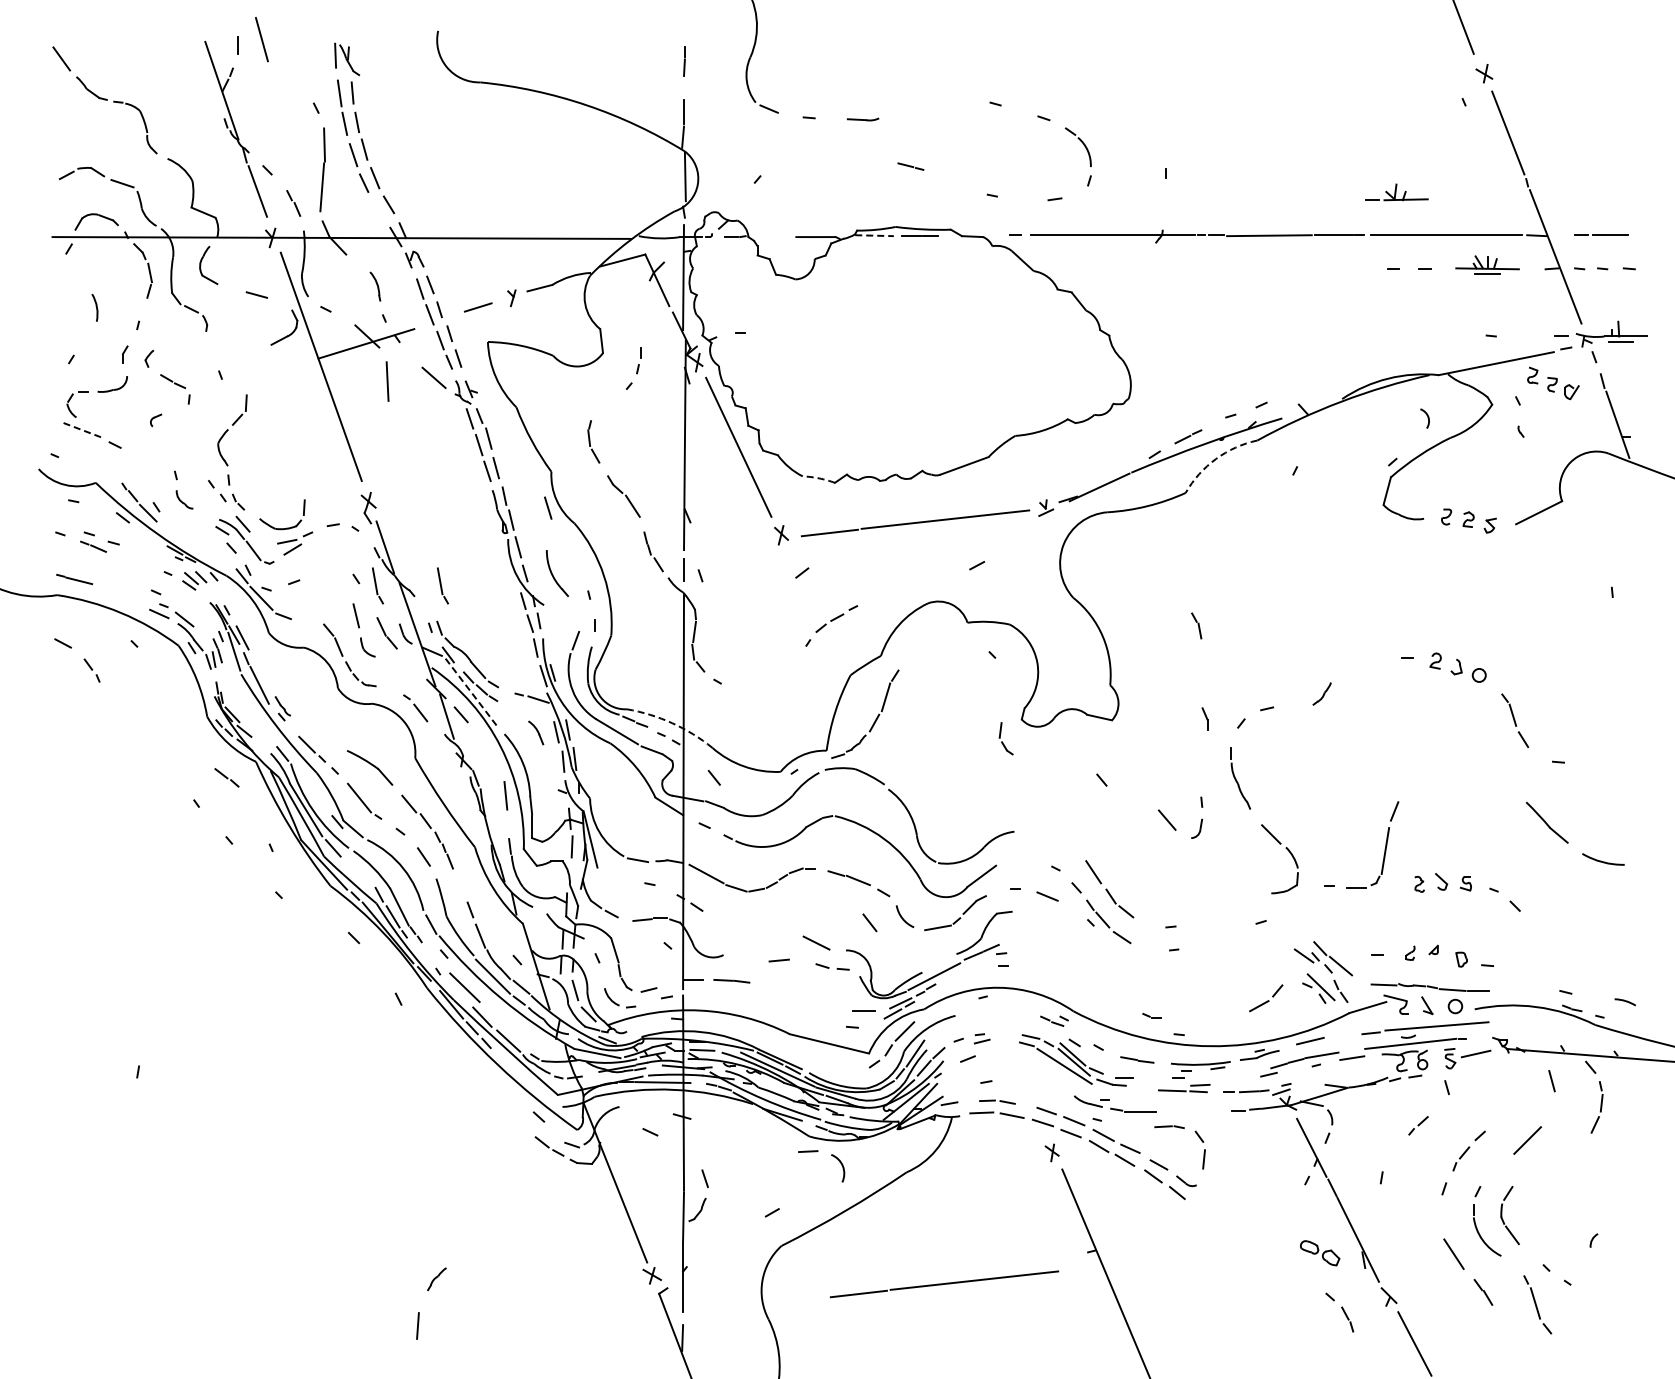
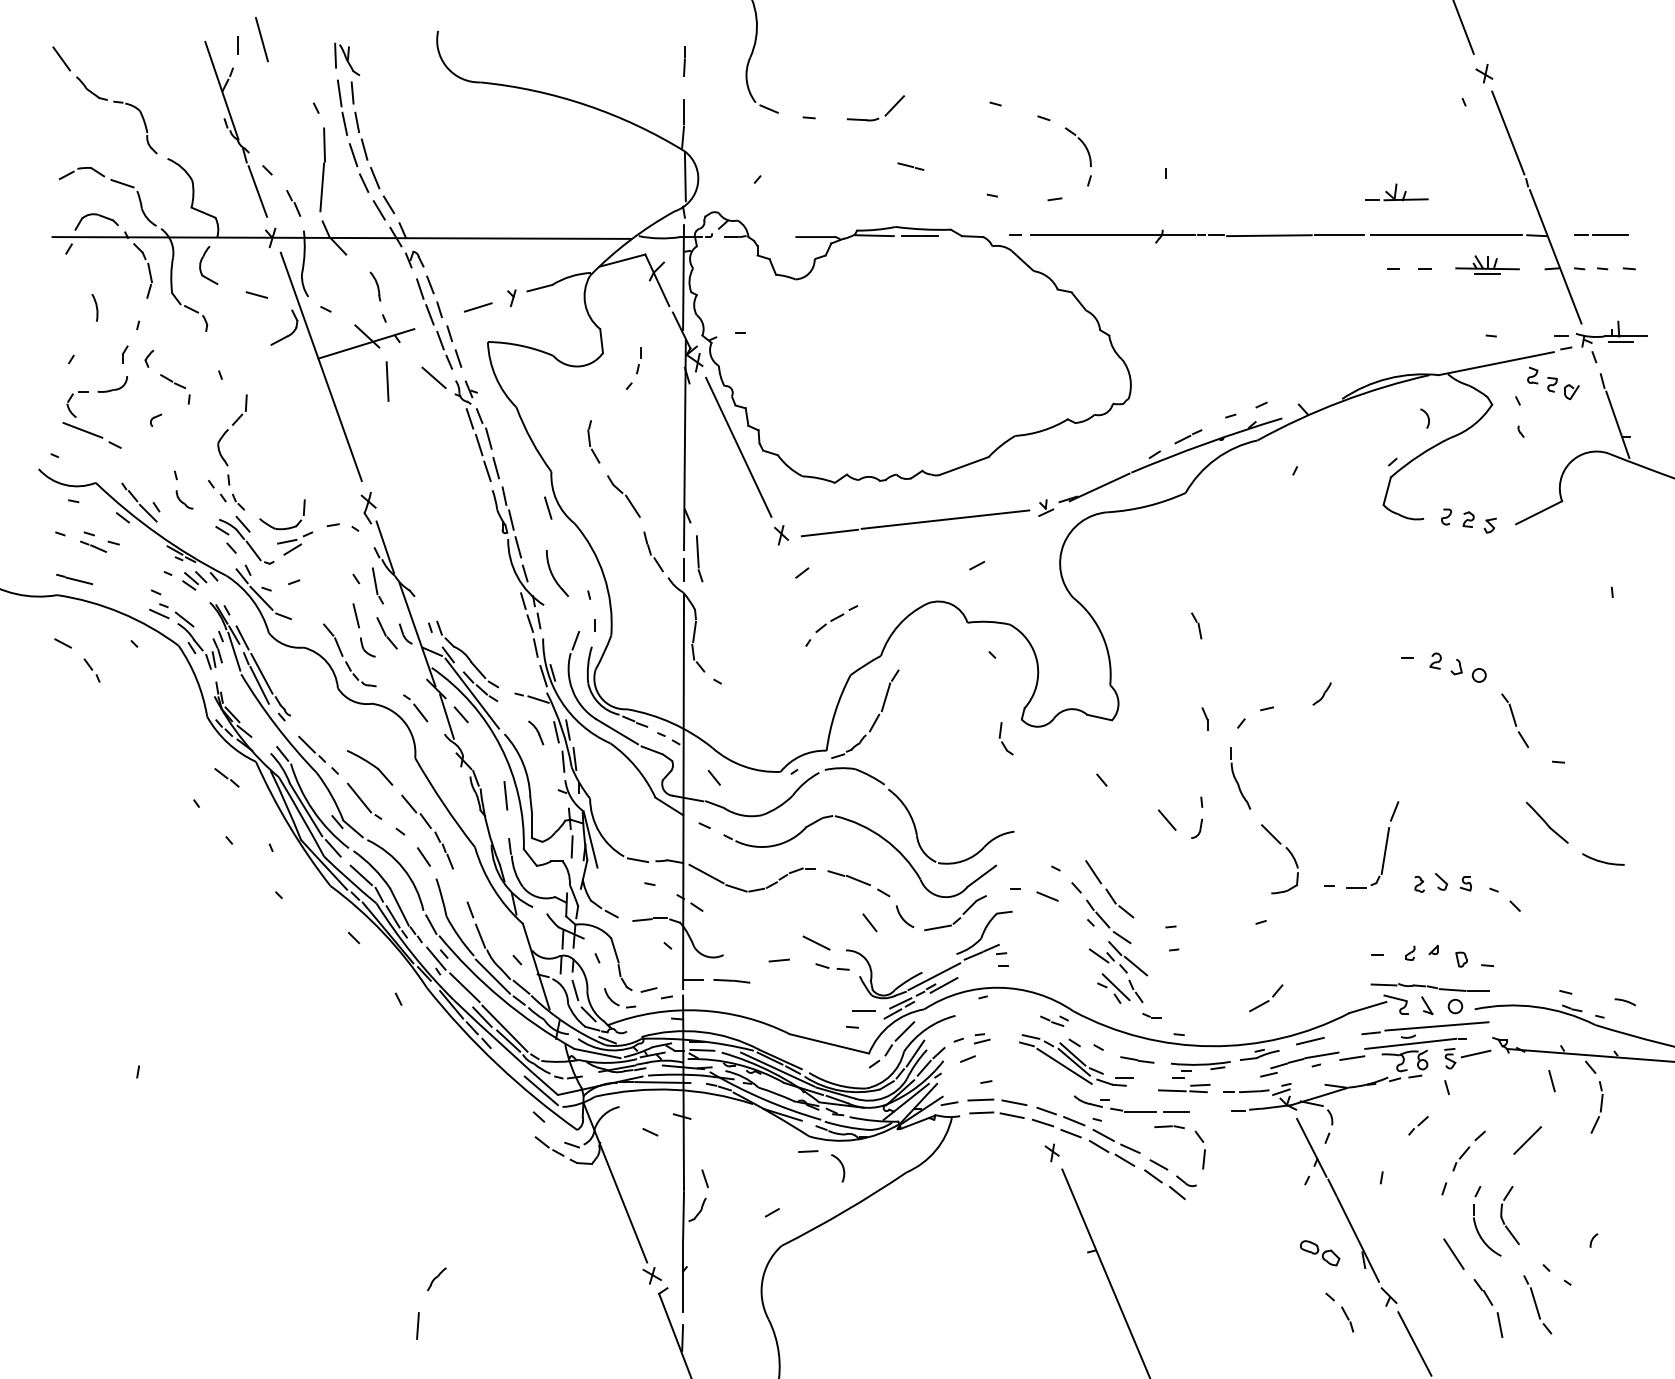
line at (894, 105): none -> present
line at (378, 210): none -> present
line at (875, 235): dashed -> solid
line at (82, 430): dashed -> solid
arc at (1215, 459): dashed -> solid
arc at (819, 478): dashed -> solid
line at (697, 551): none -> present
part at (442, 585): present -> none
line at (261, 673): none -> present
line at (472, 694): dashed -> solid
arc at (672, 723): dashed -> solid
line at (360, 875): none -> present
line at (436, 958): none -> present
part at (1323, 972) position: (1323, 972) -> (1118, 972)
line at (943, 985): none -> present
line at (504, 1028): none -> present
line at (540, 1090): none -> present
part at (997, 1101) size: 37x6 px -> 61x8 px
line at (1176, 1111): none -> present
line at (944, 1284): present -> none
line at (1499, 1325): none -> present
